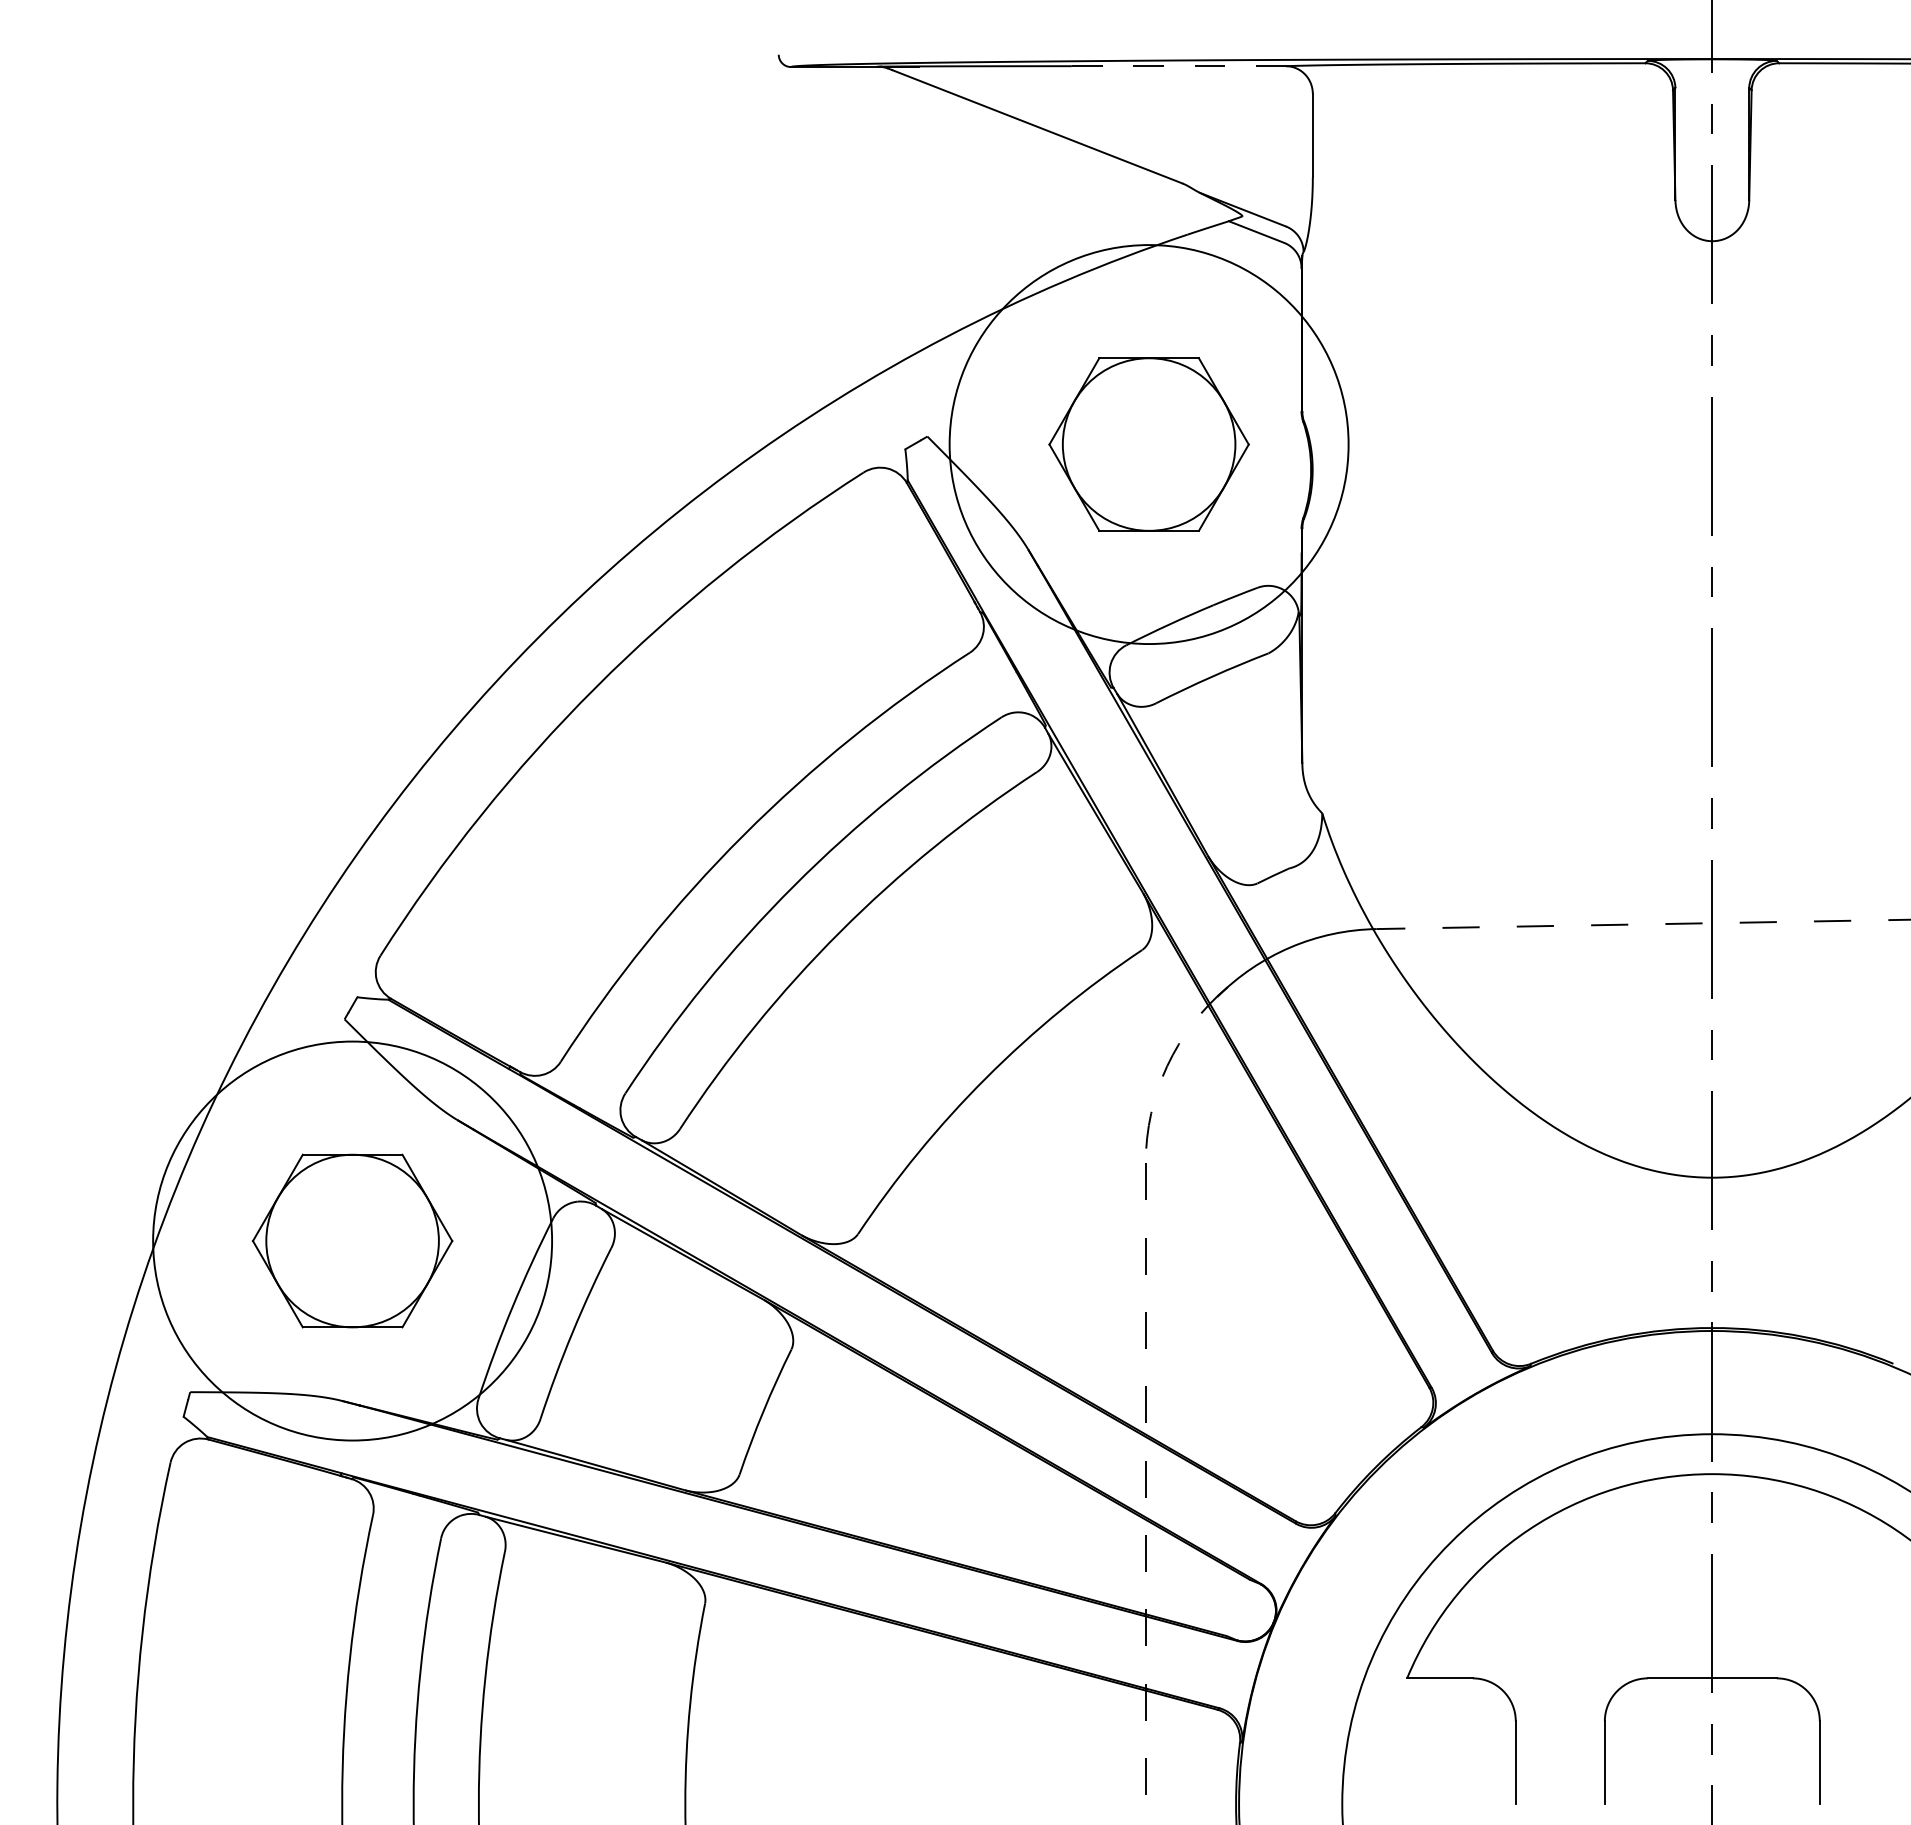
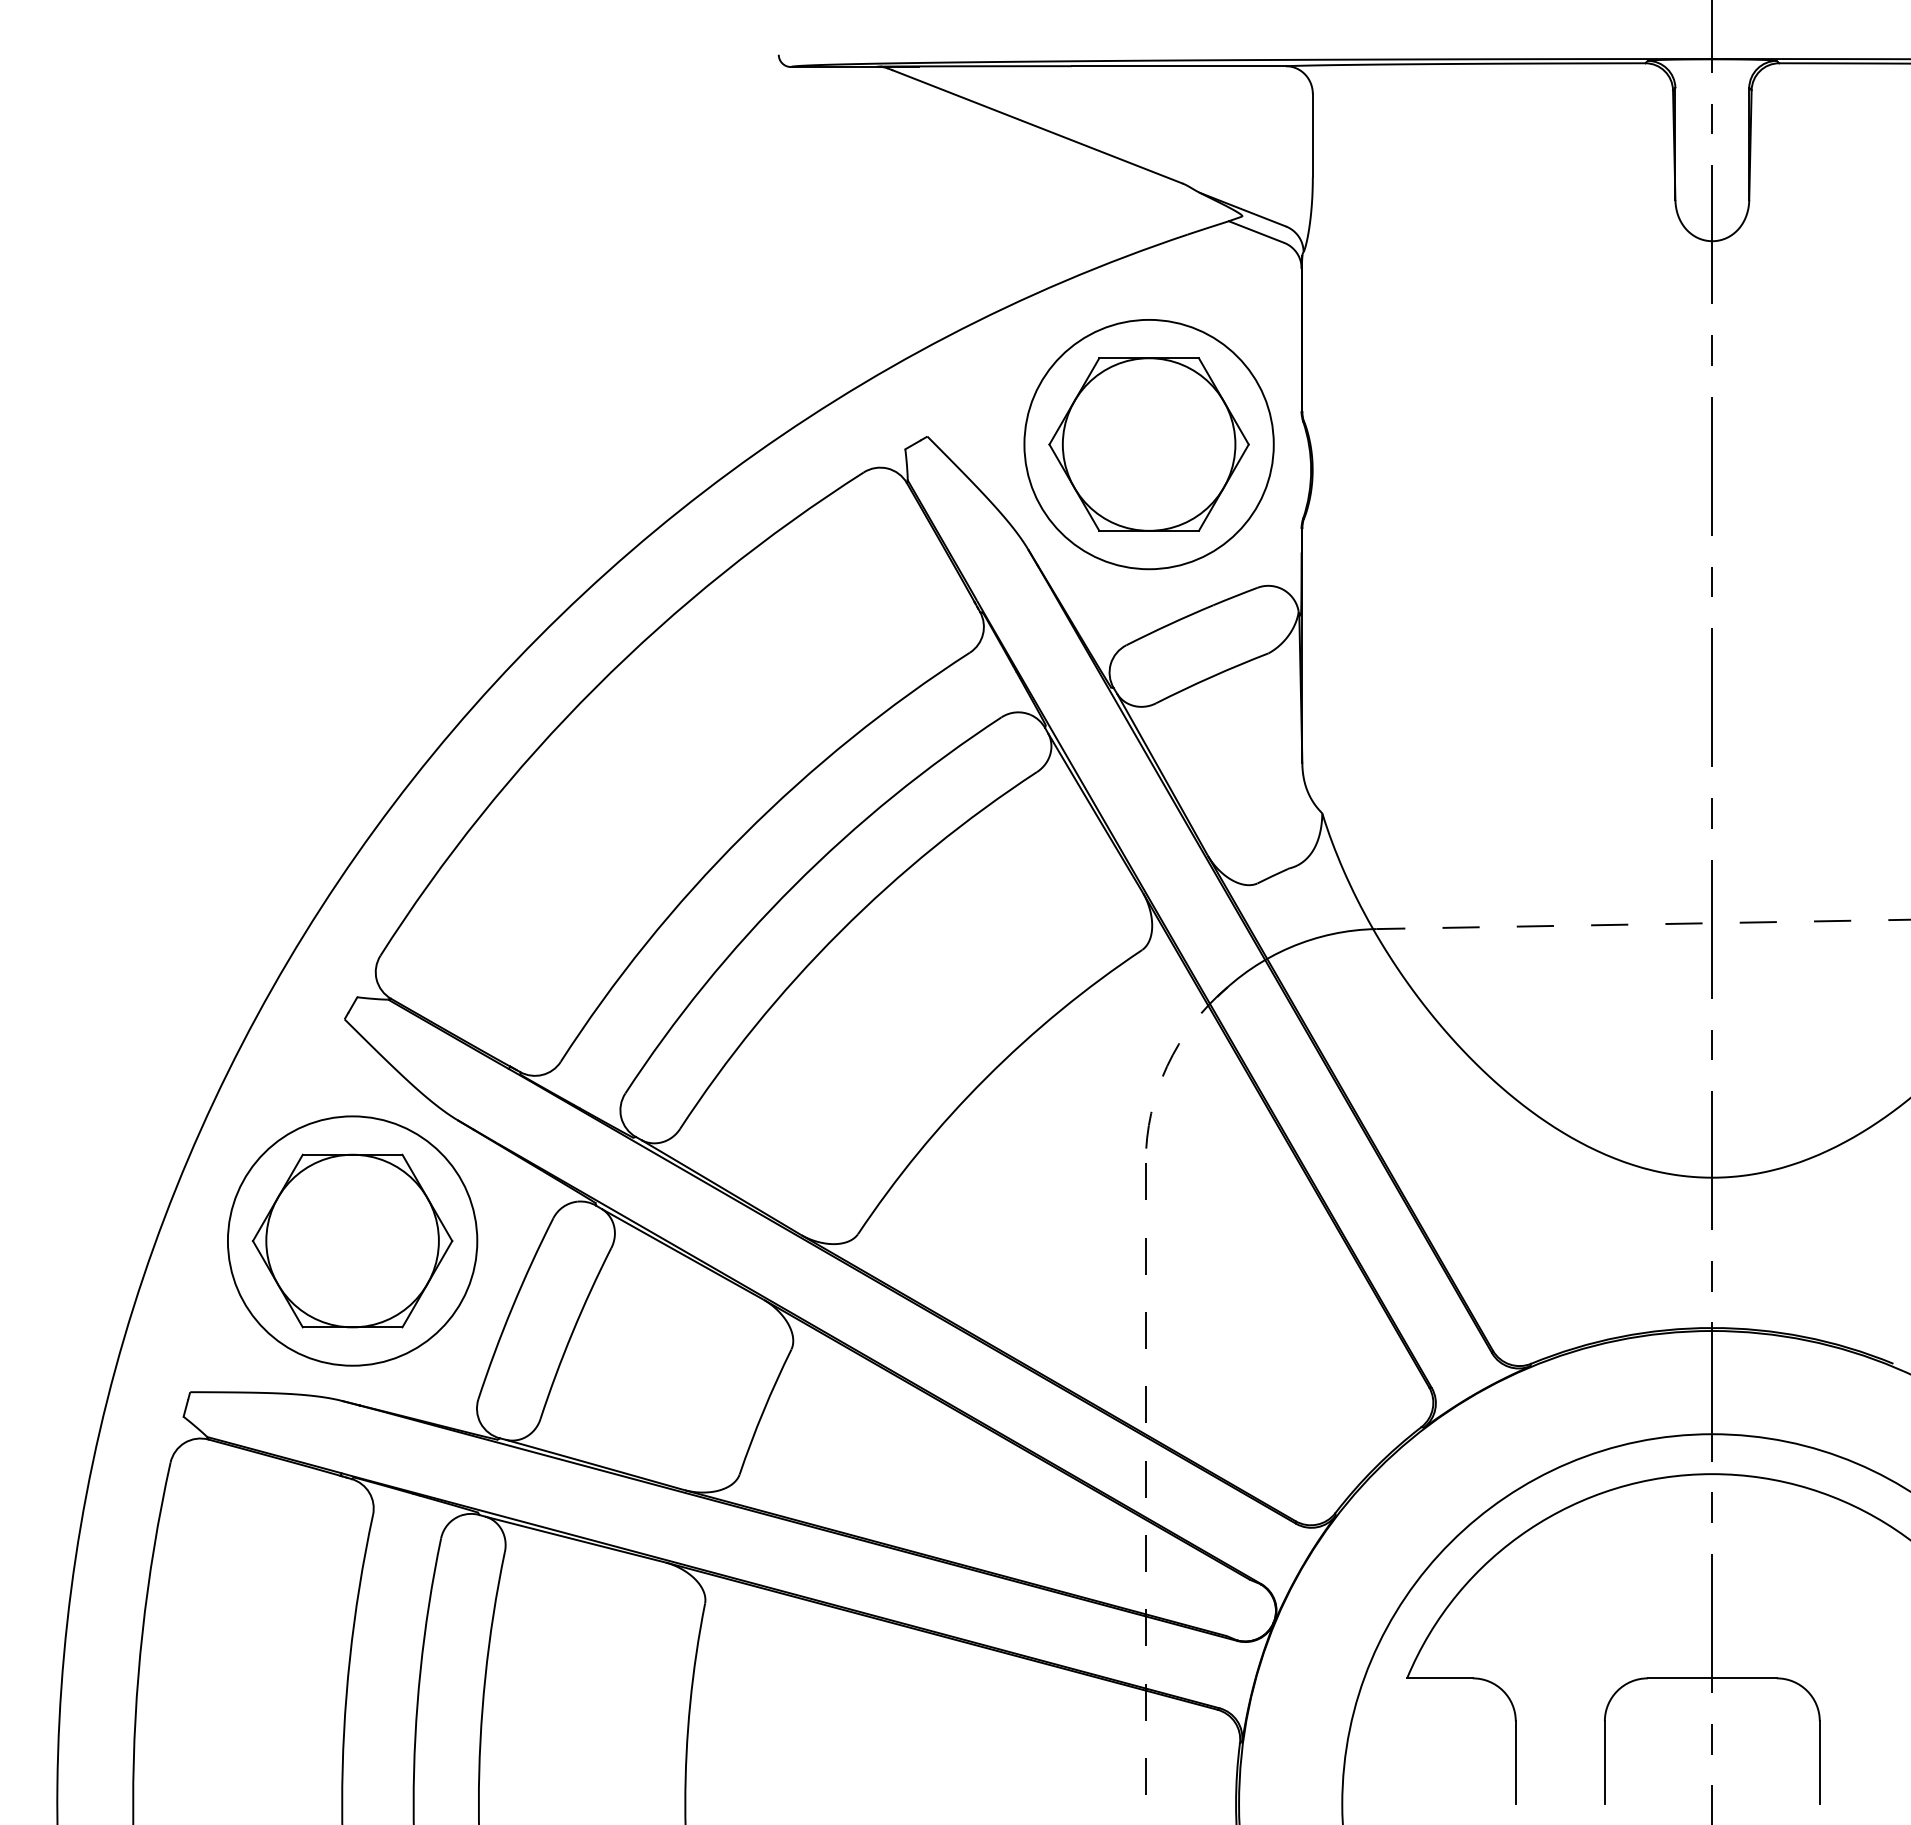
line at (1179, 66): dashed -> solid
circle at (1148, 444) diameter: 399 px -> 249 px
circle at (352, 1240) diameter: 399 px -> 249 px
